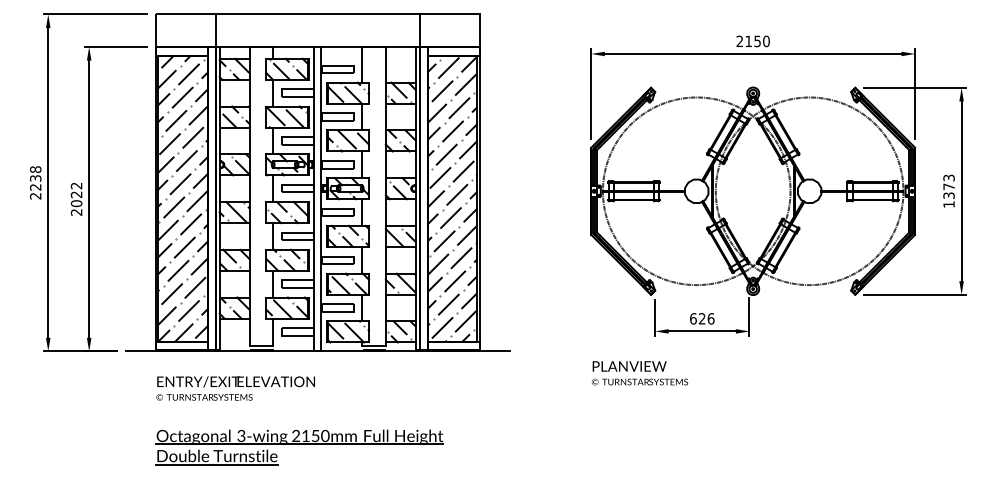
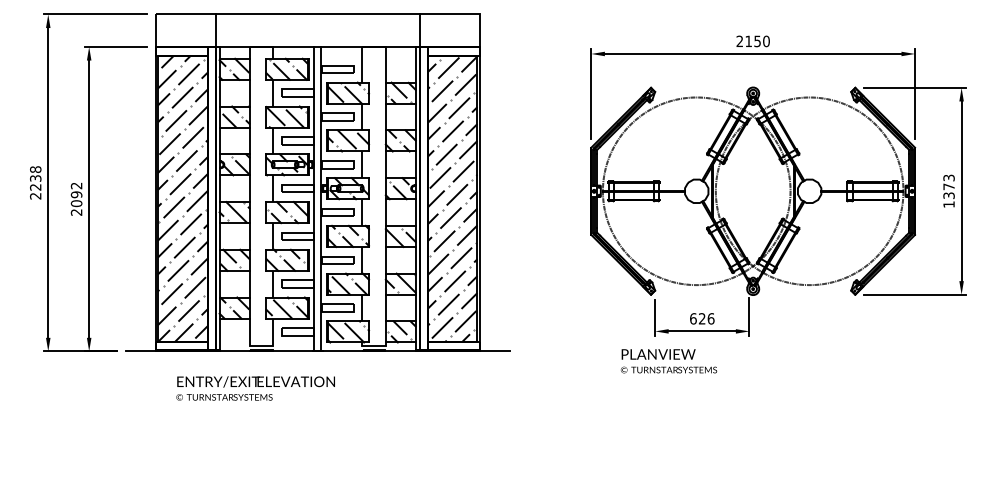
text at (76, 194): 2022 -> 2092
text at (639, 373) position: (639, 373) -> (668, 361)
text at (235, 388) position: (235, 388) -> (255, 388)
part at (299, 447): present -> none
